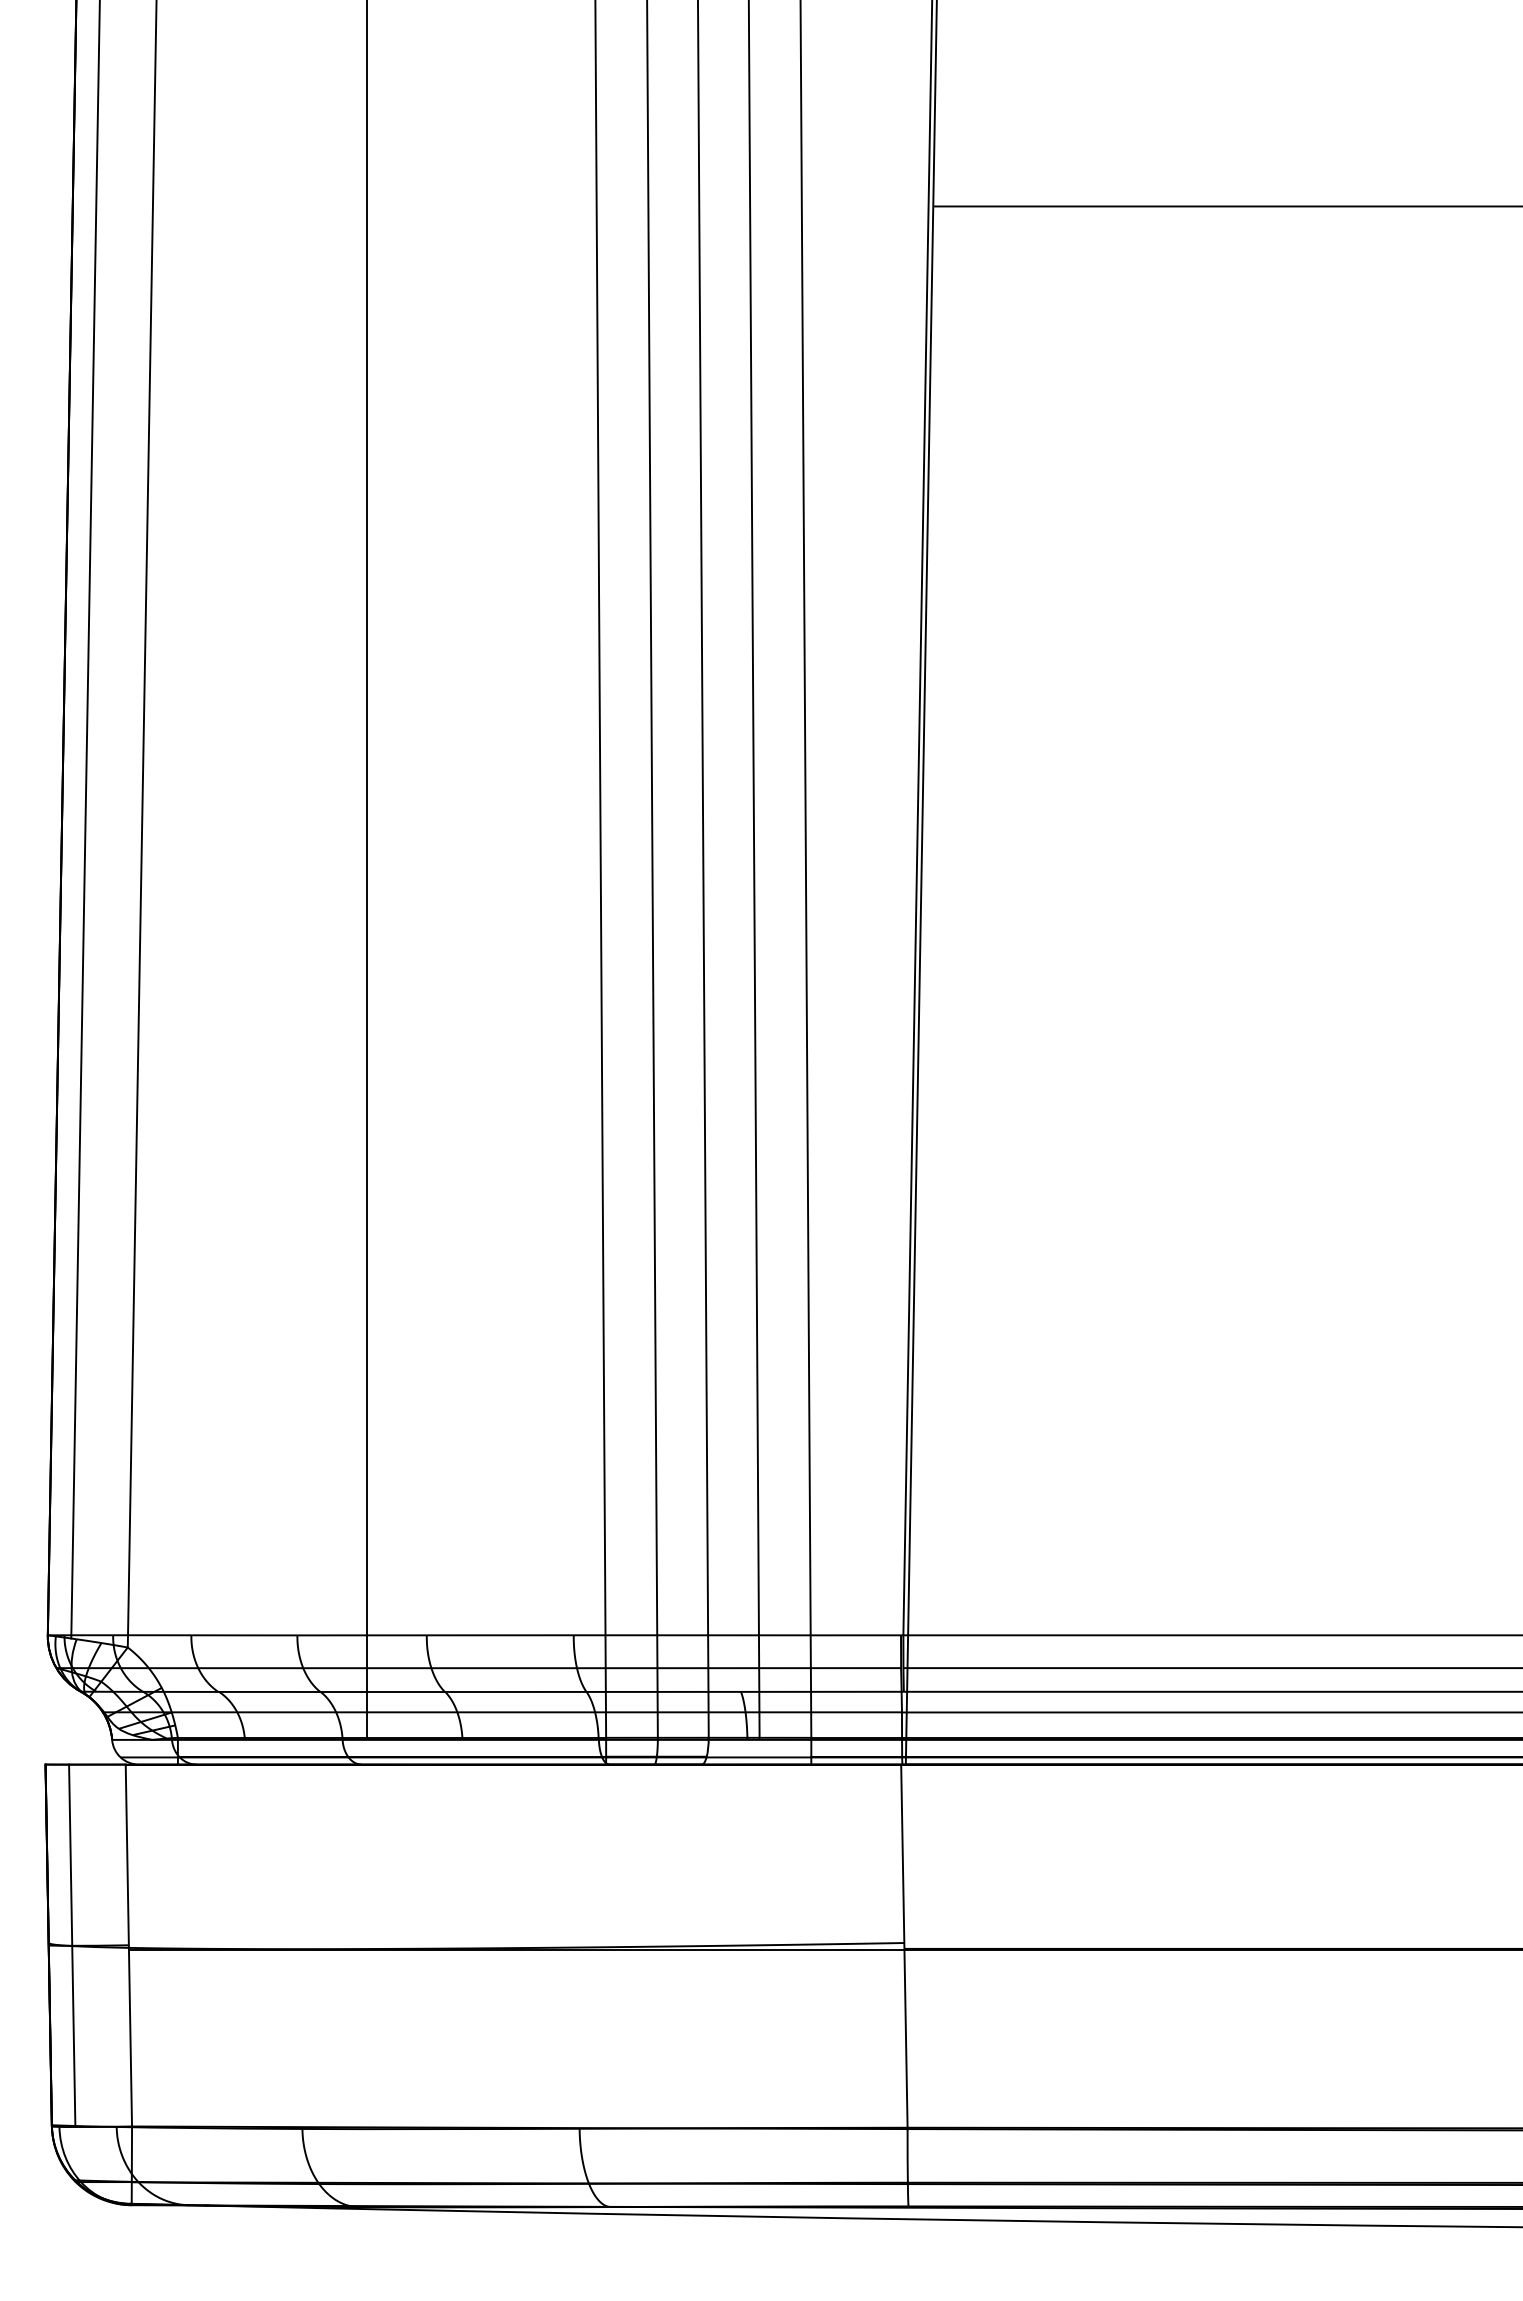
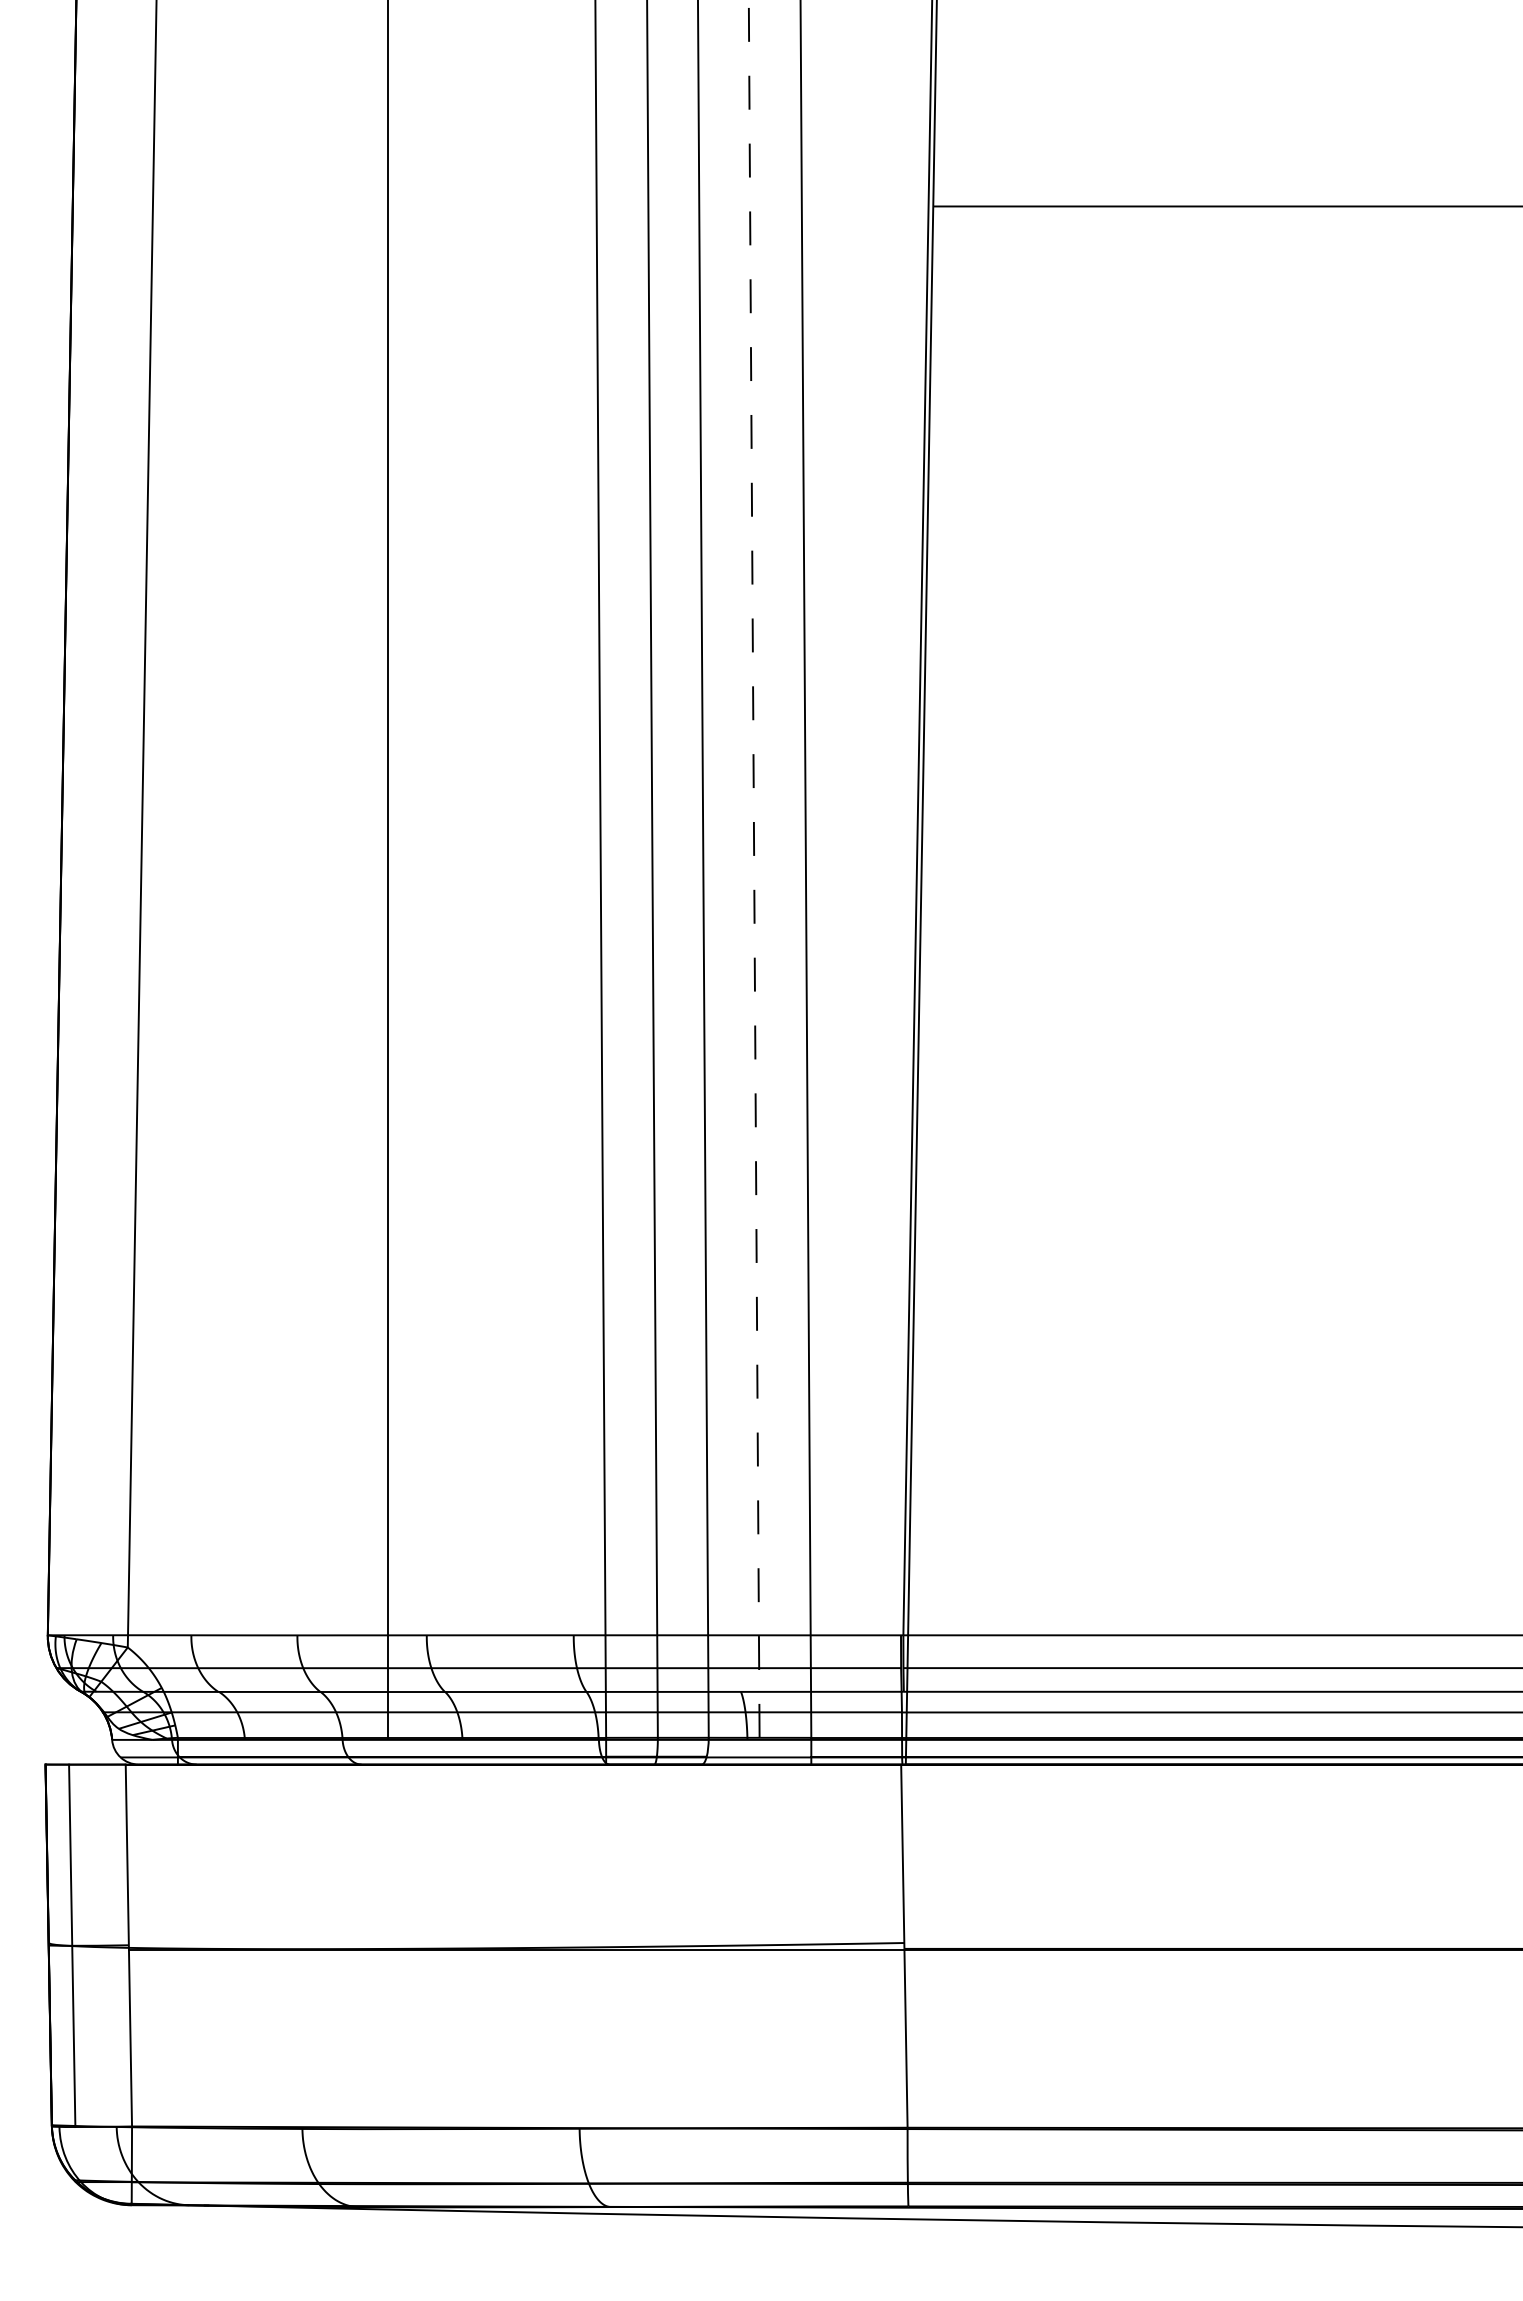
line at (85, 820): present -> none
line at (754, 868): solid -> dashed
line at (366, 869) position: (366, 869) -> (387, 869)
